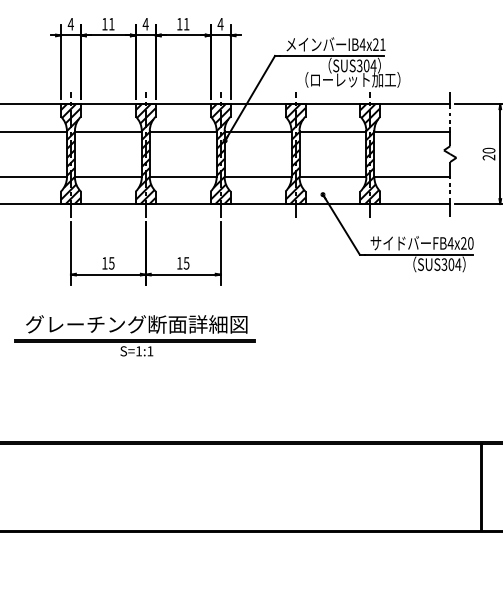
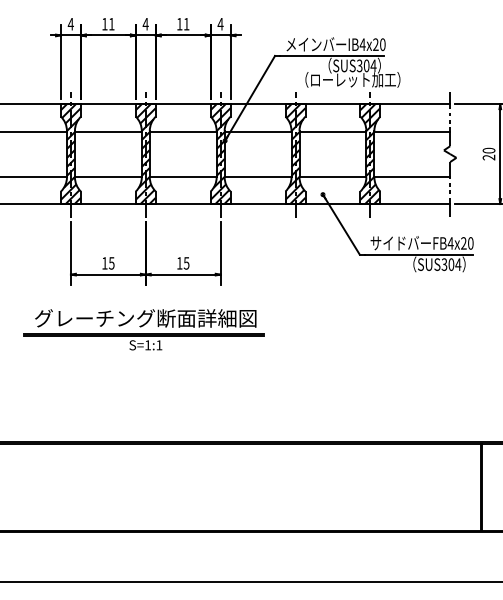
text at (382, 44): IB4x21 -> IB4x20
part at (134, 335) position: (134, 335) -> (143, 329)
line at (250, 582): none -> present
